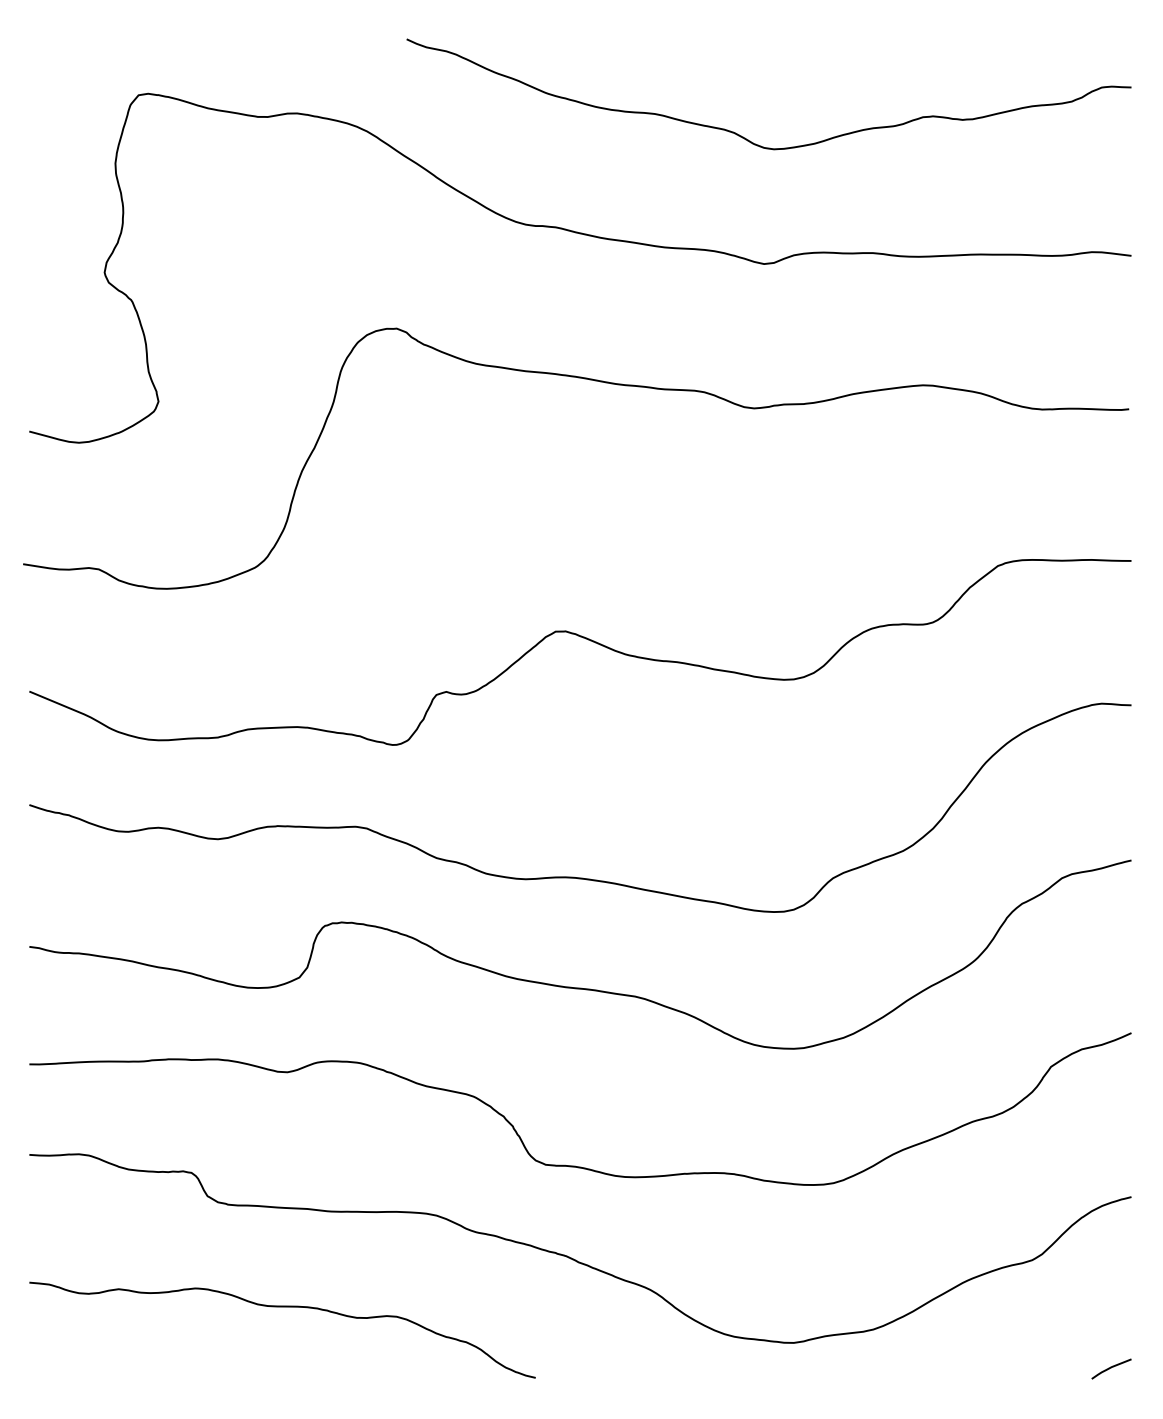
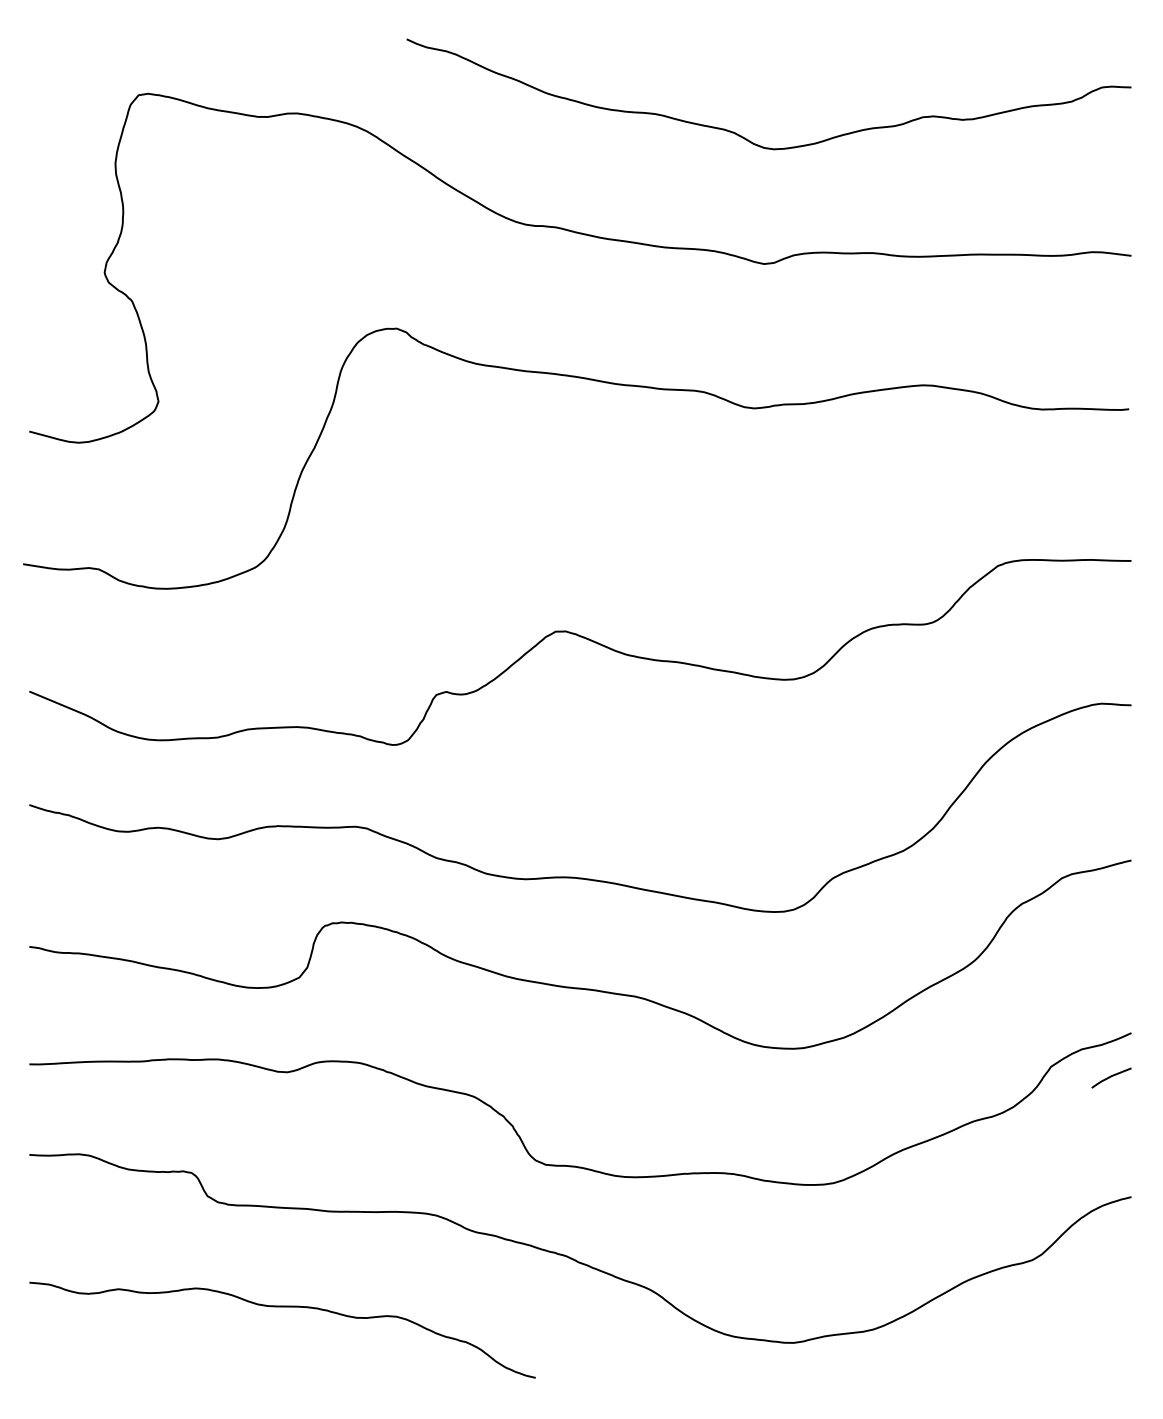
curve at (1111, 1368) position: (1111, 1368) -> (1111, 1077)
